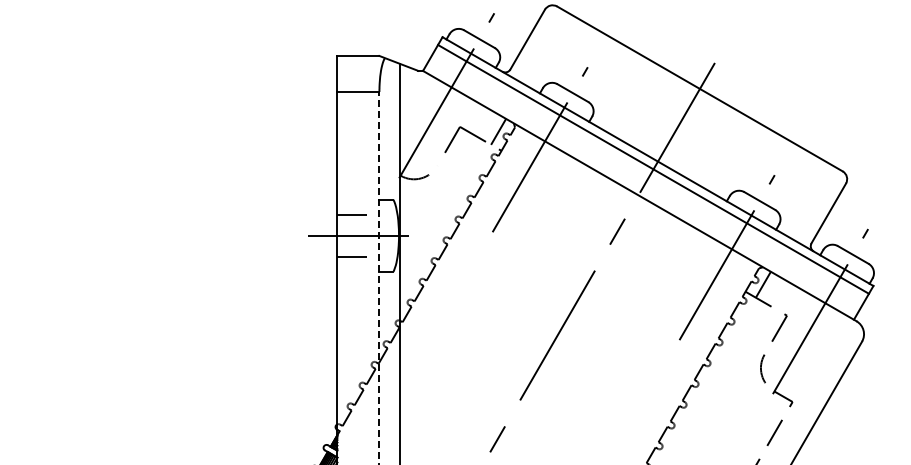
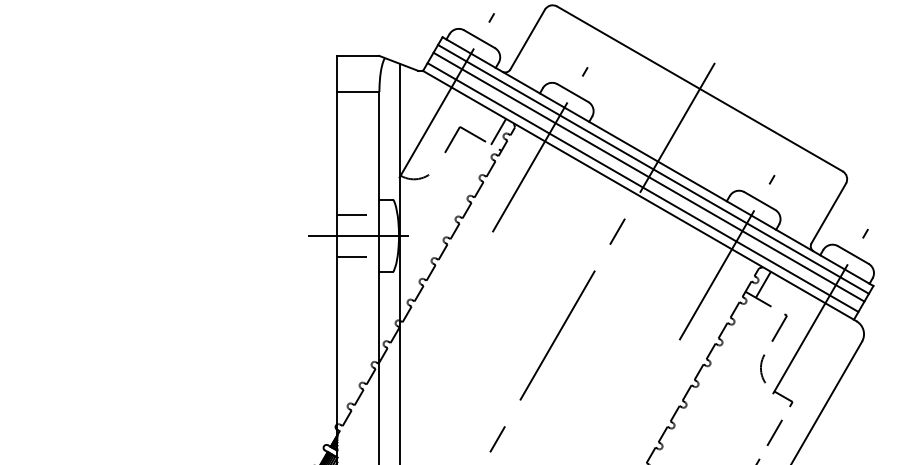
line at (648, 176): none -> present
line at (642, 187): none -> present
line at (379, 277): dashed -> solid
